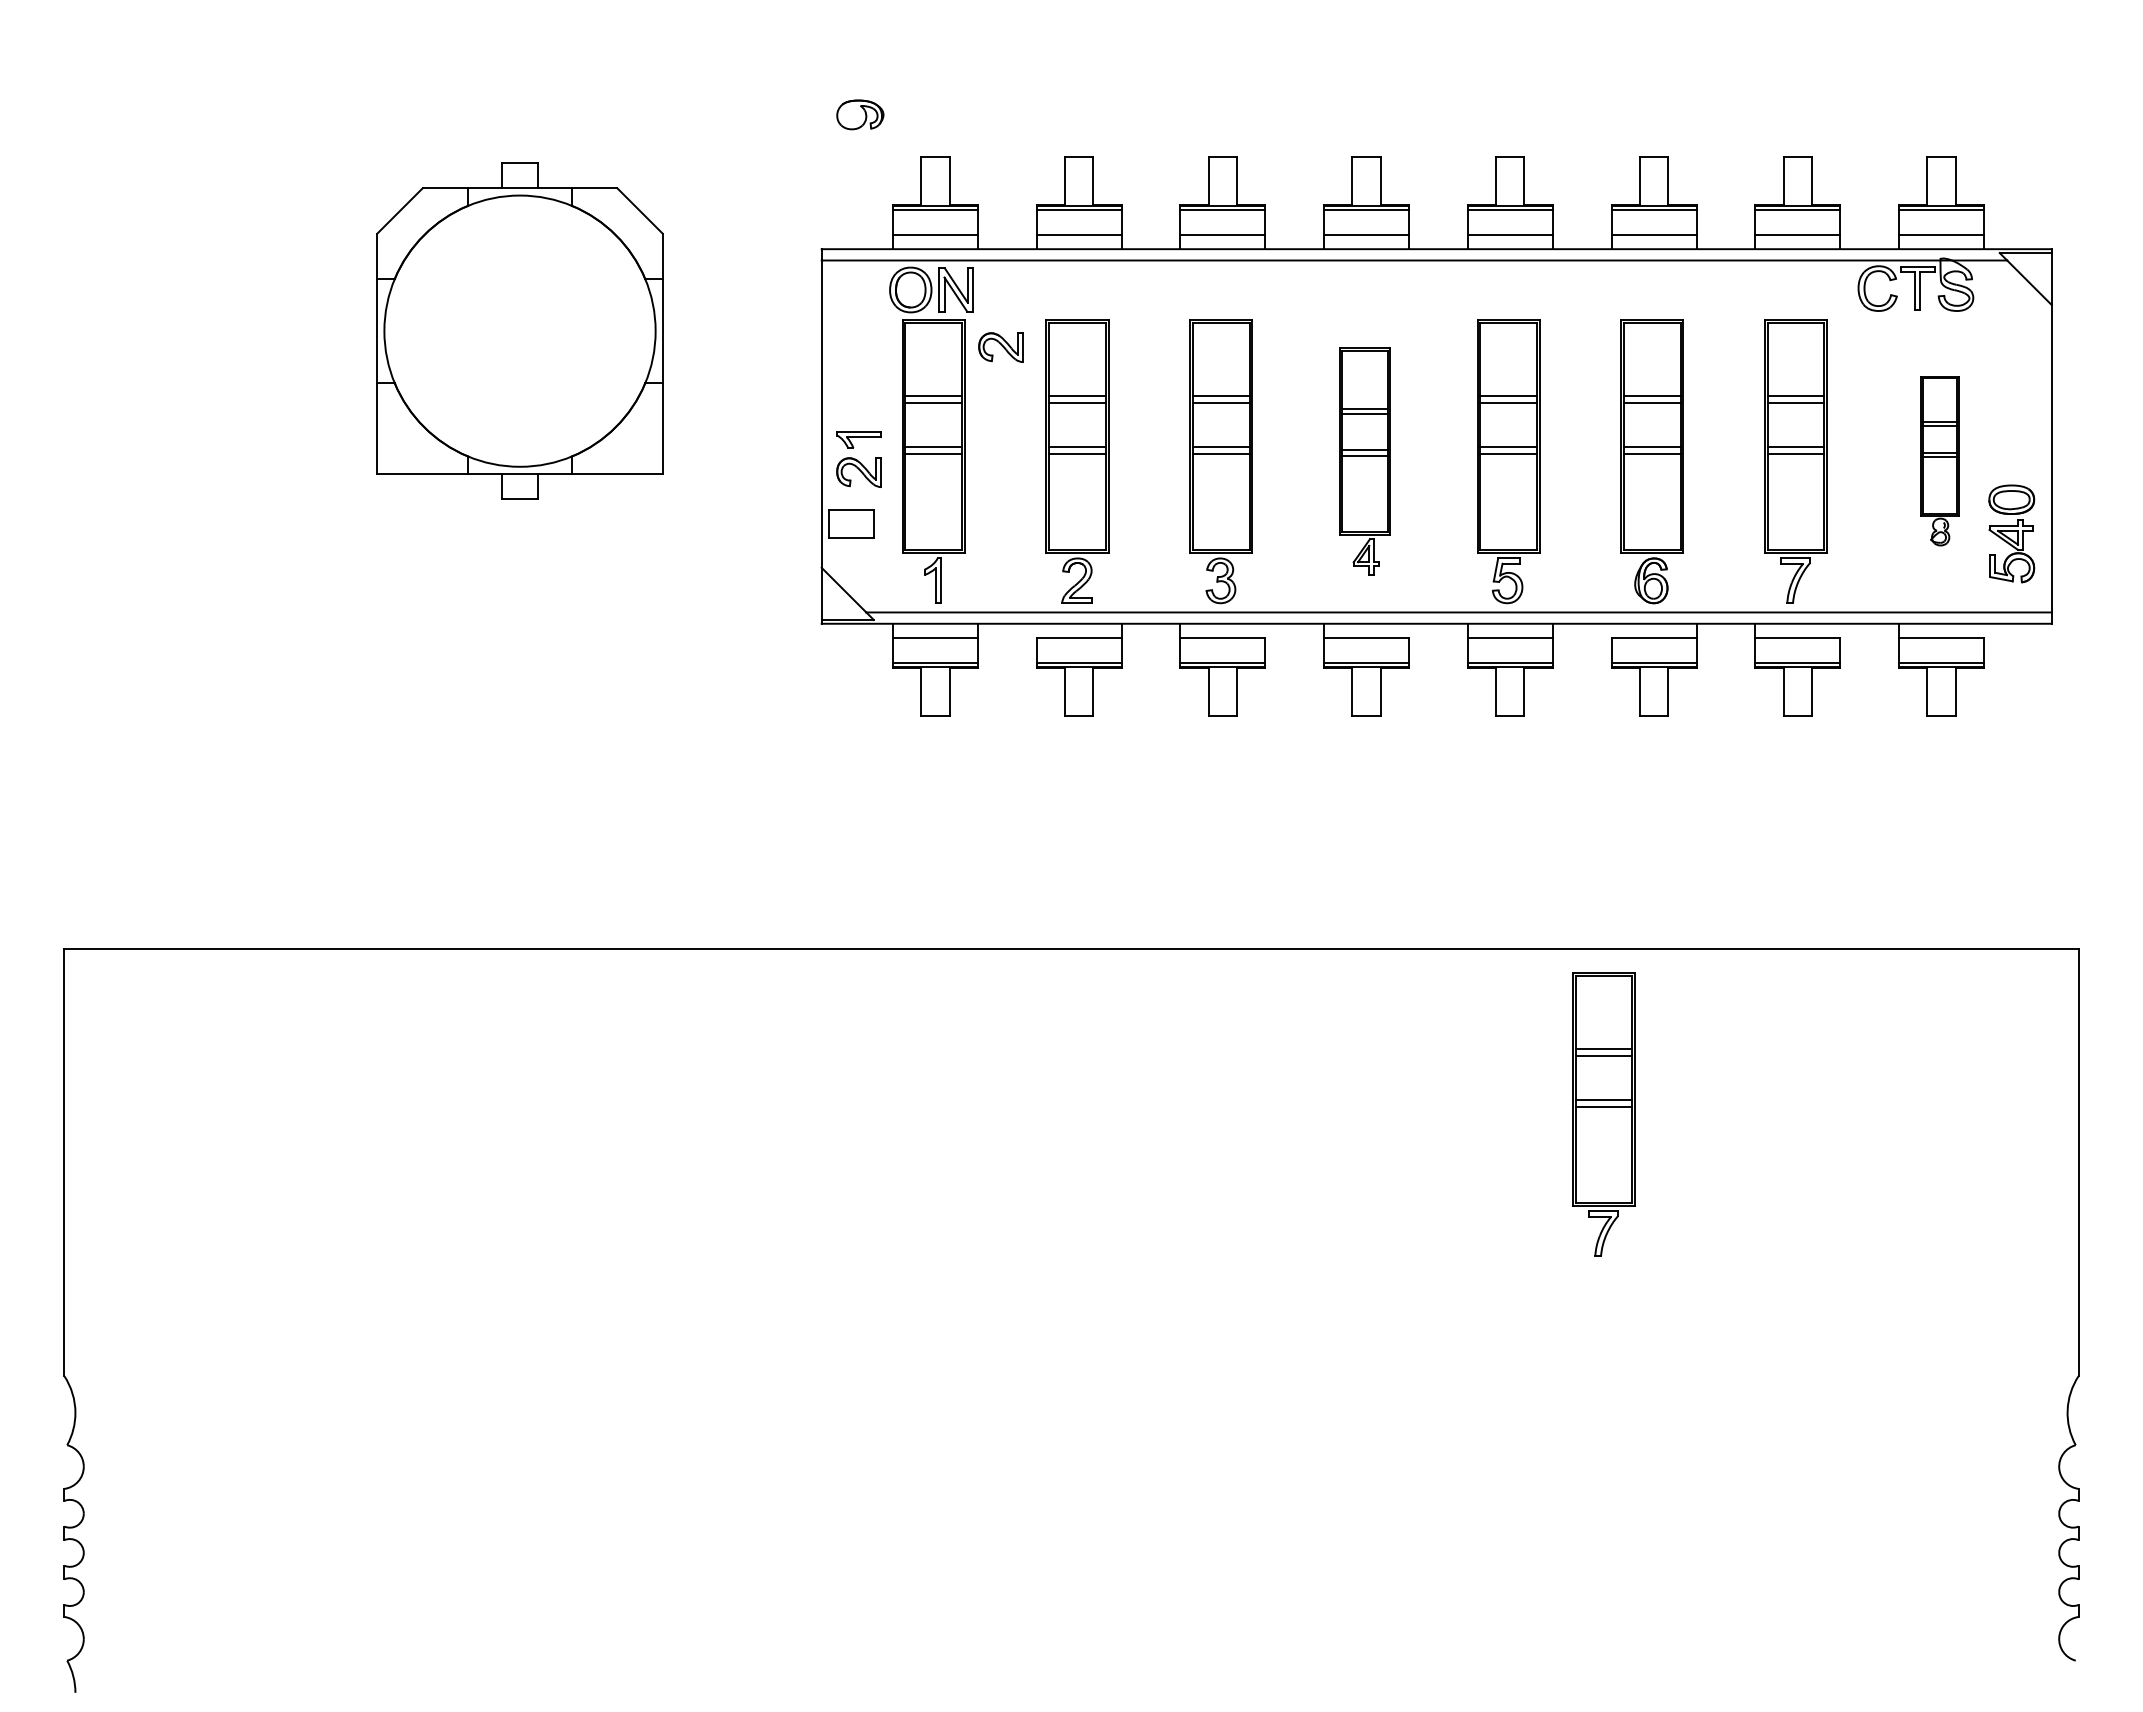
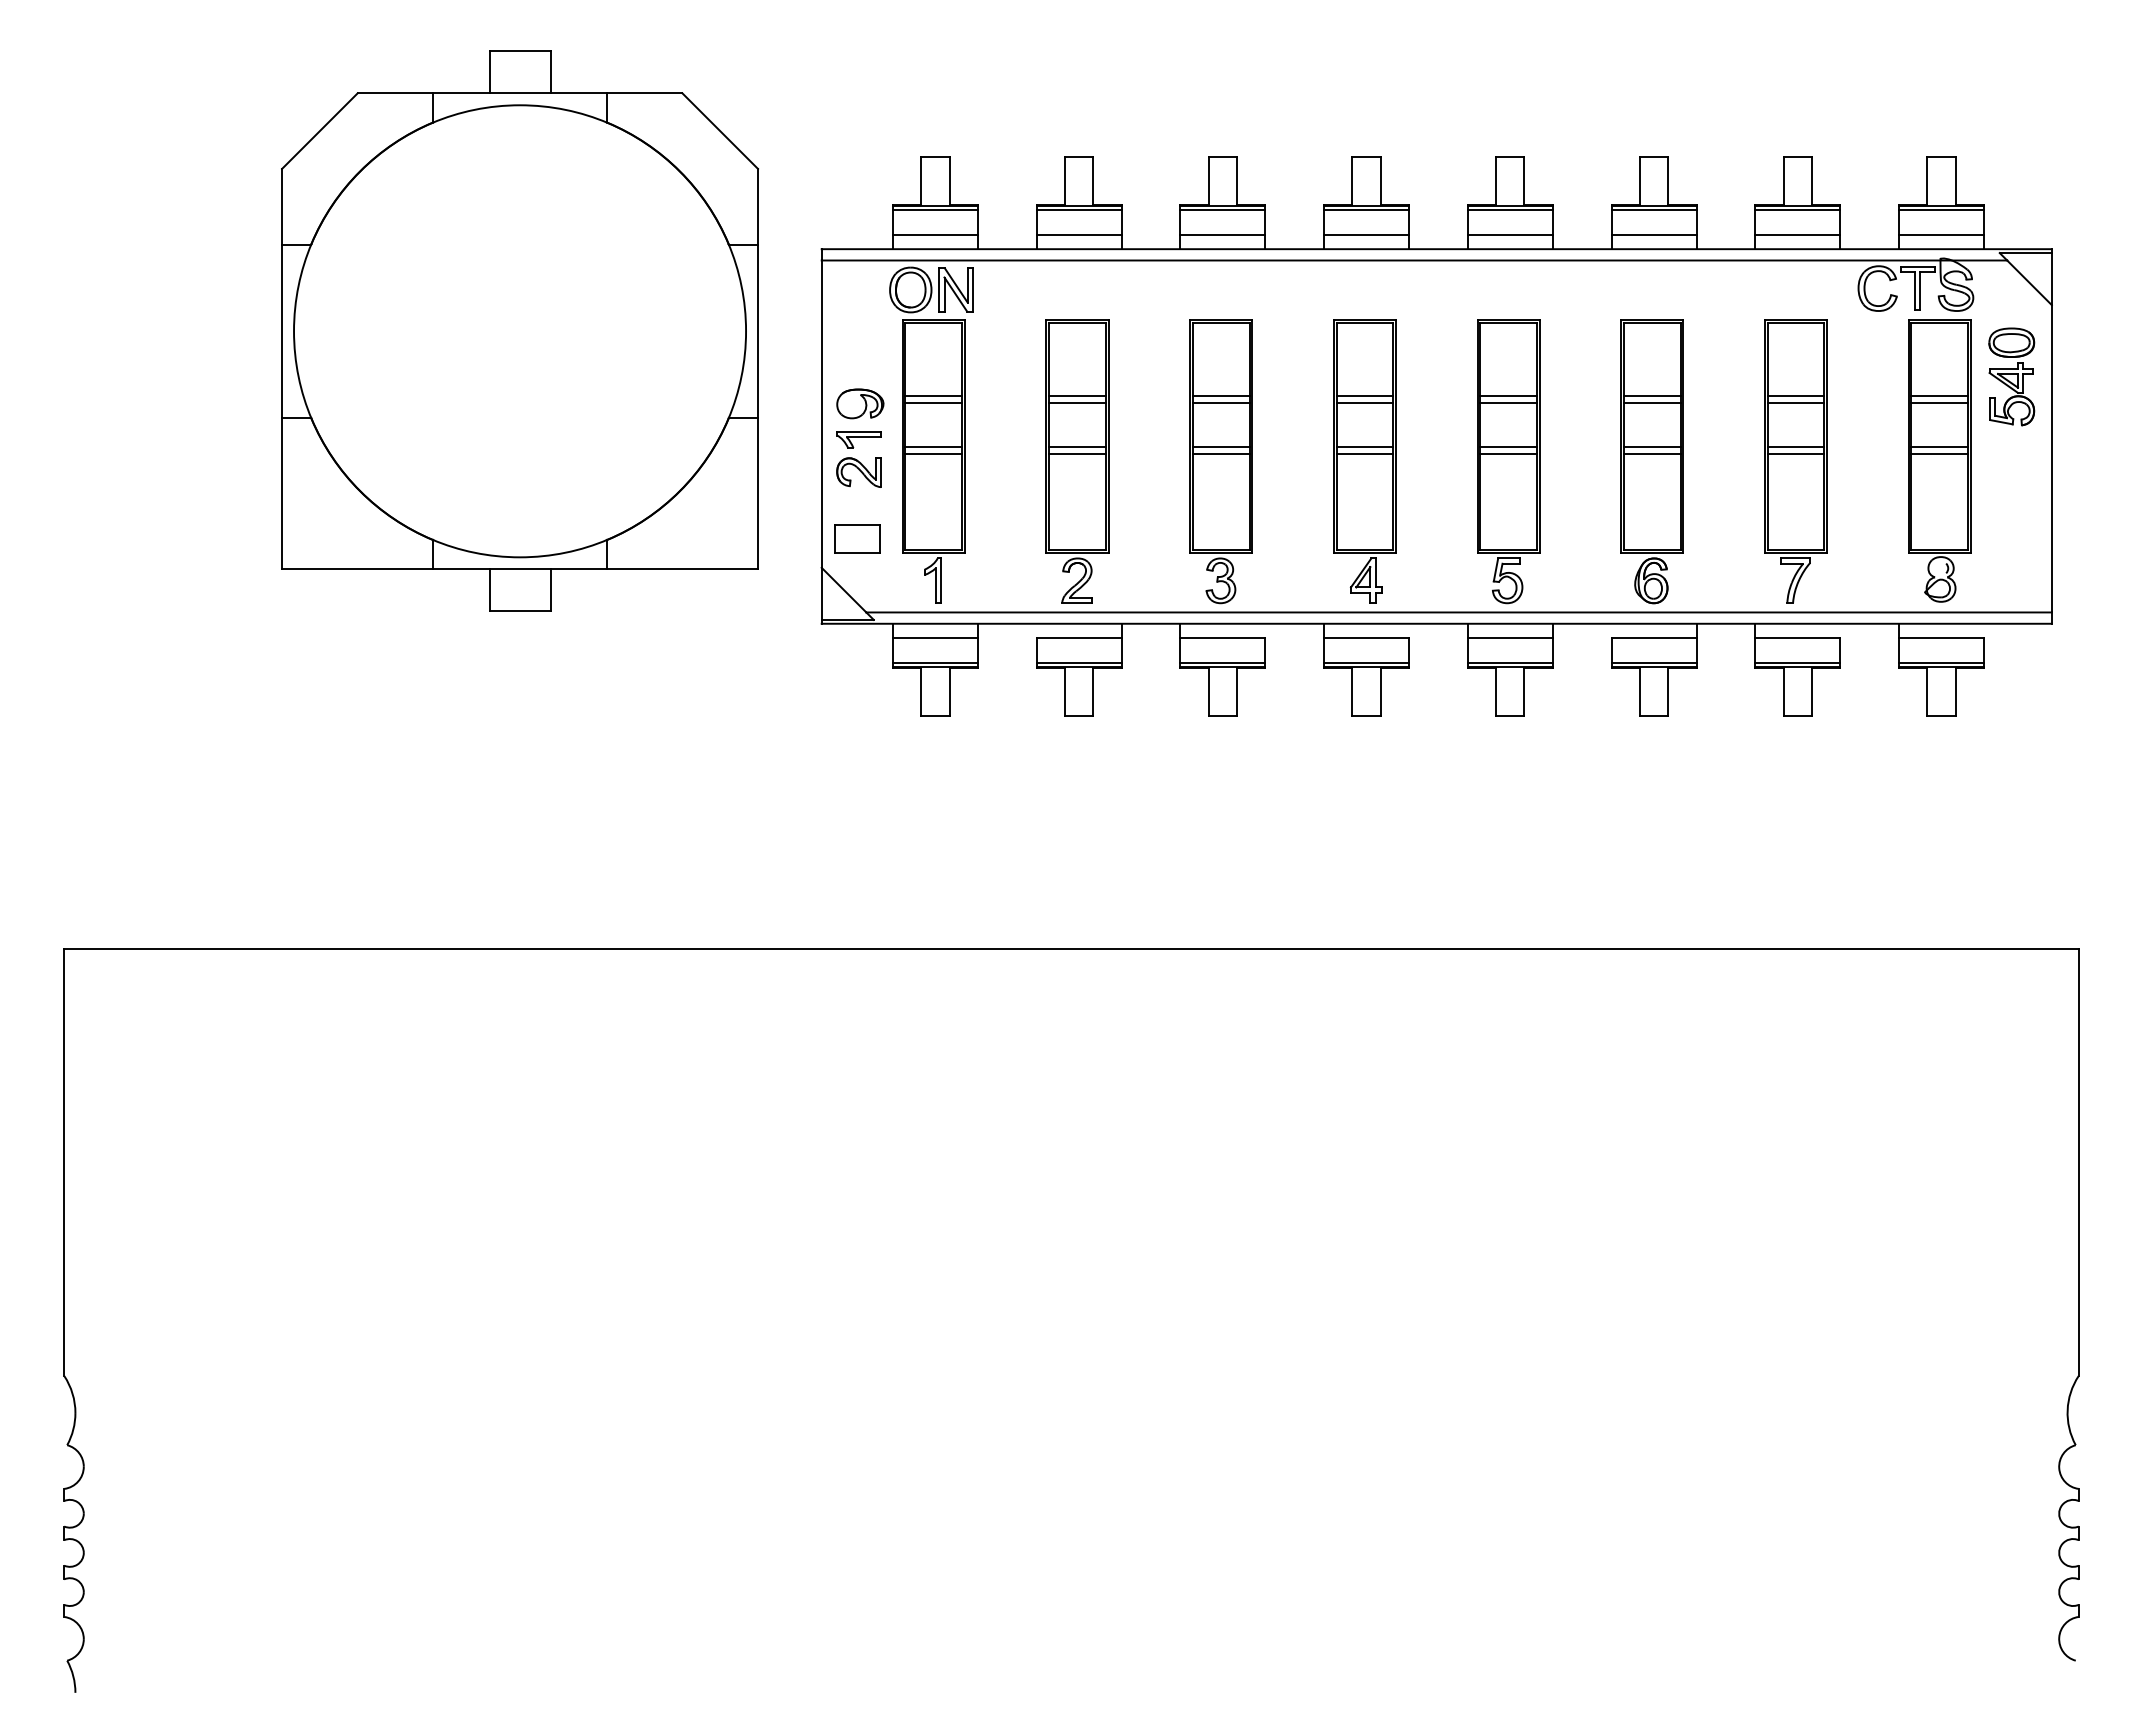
part at (860, 114) position: (860, 114) -> (860, 403)
part at (519, 330) size: 288x338 px -> 478x562 px
part at (1000, 347): present -> none
part at (1364, 461) size: 52x229 px -> 64x285 px
part at (1939, 461) size: 40x171 px -> 64x284 px
part at (851, 523) position: (851, 523) -> (857, 538)
part at (2011, 533) position: (2011, 533) -> (2011, 376)
part at (1603, 1114): present -> none
